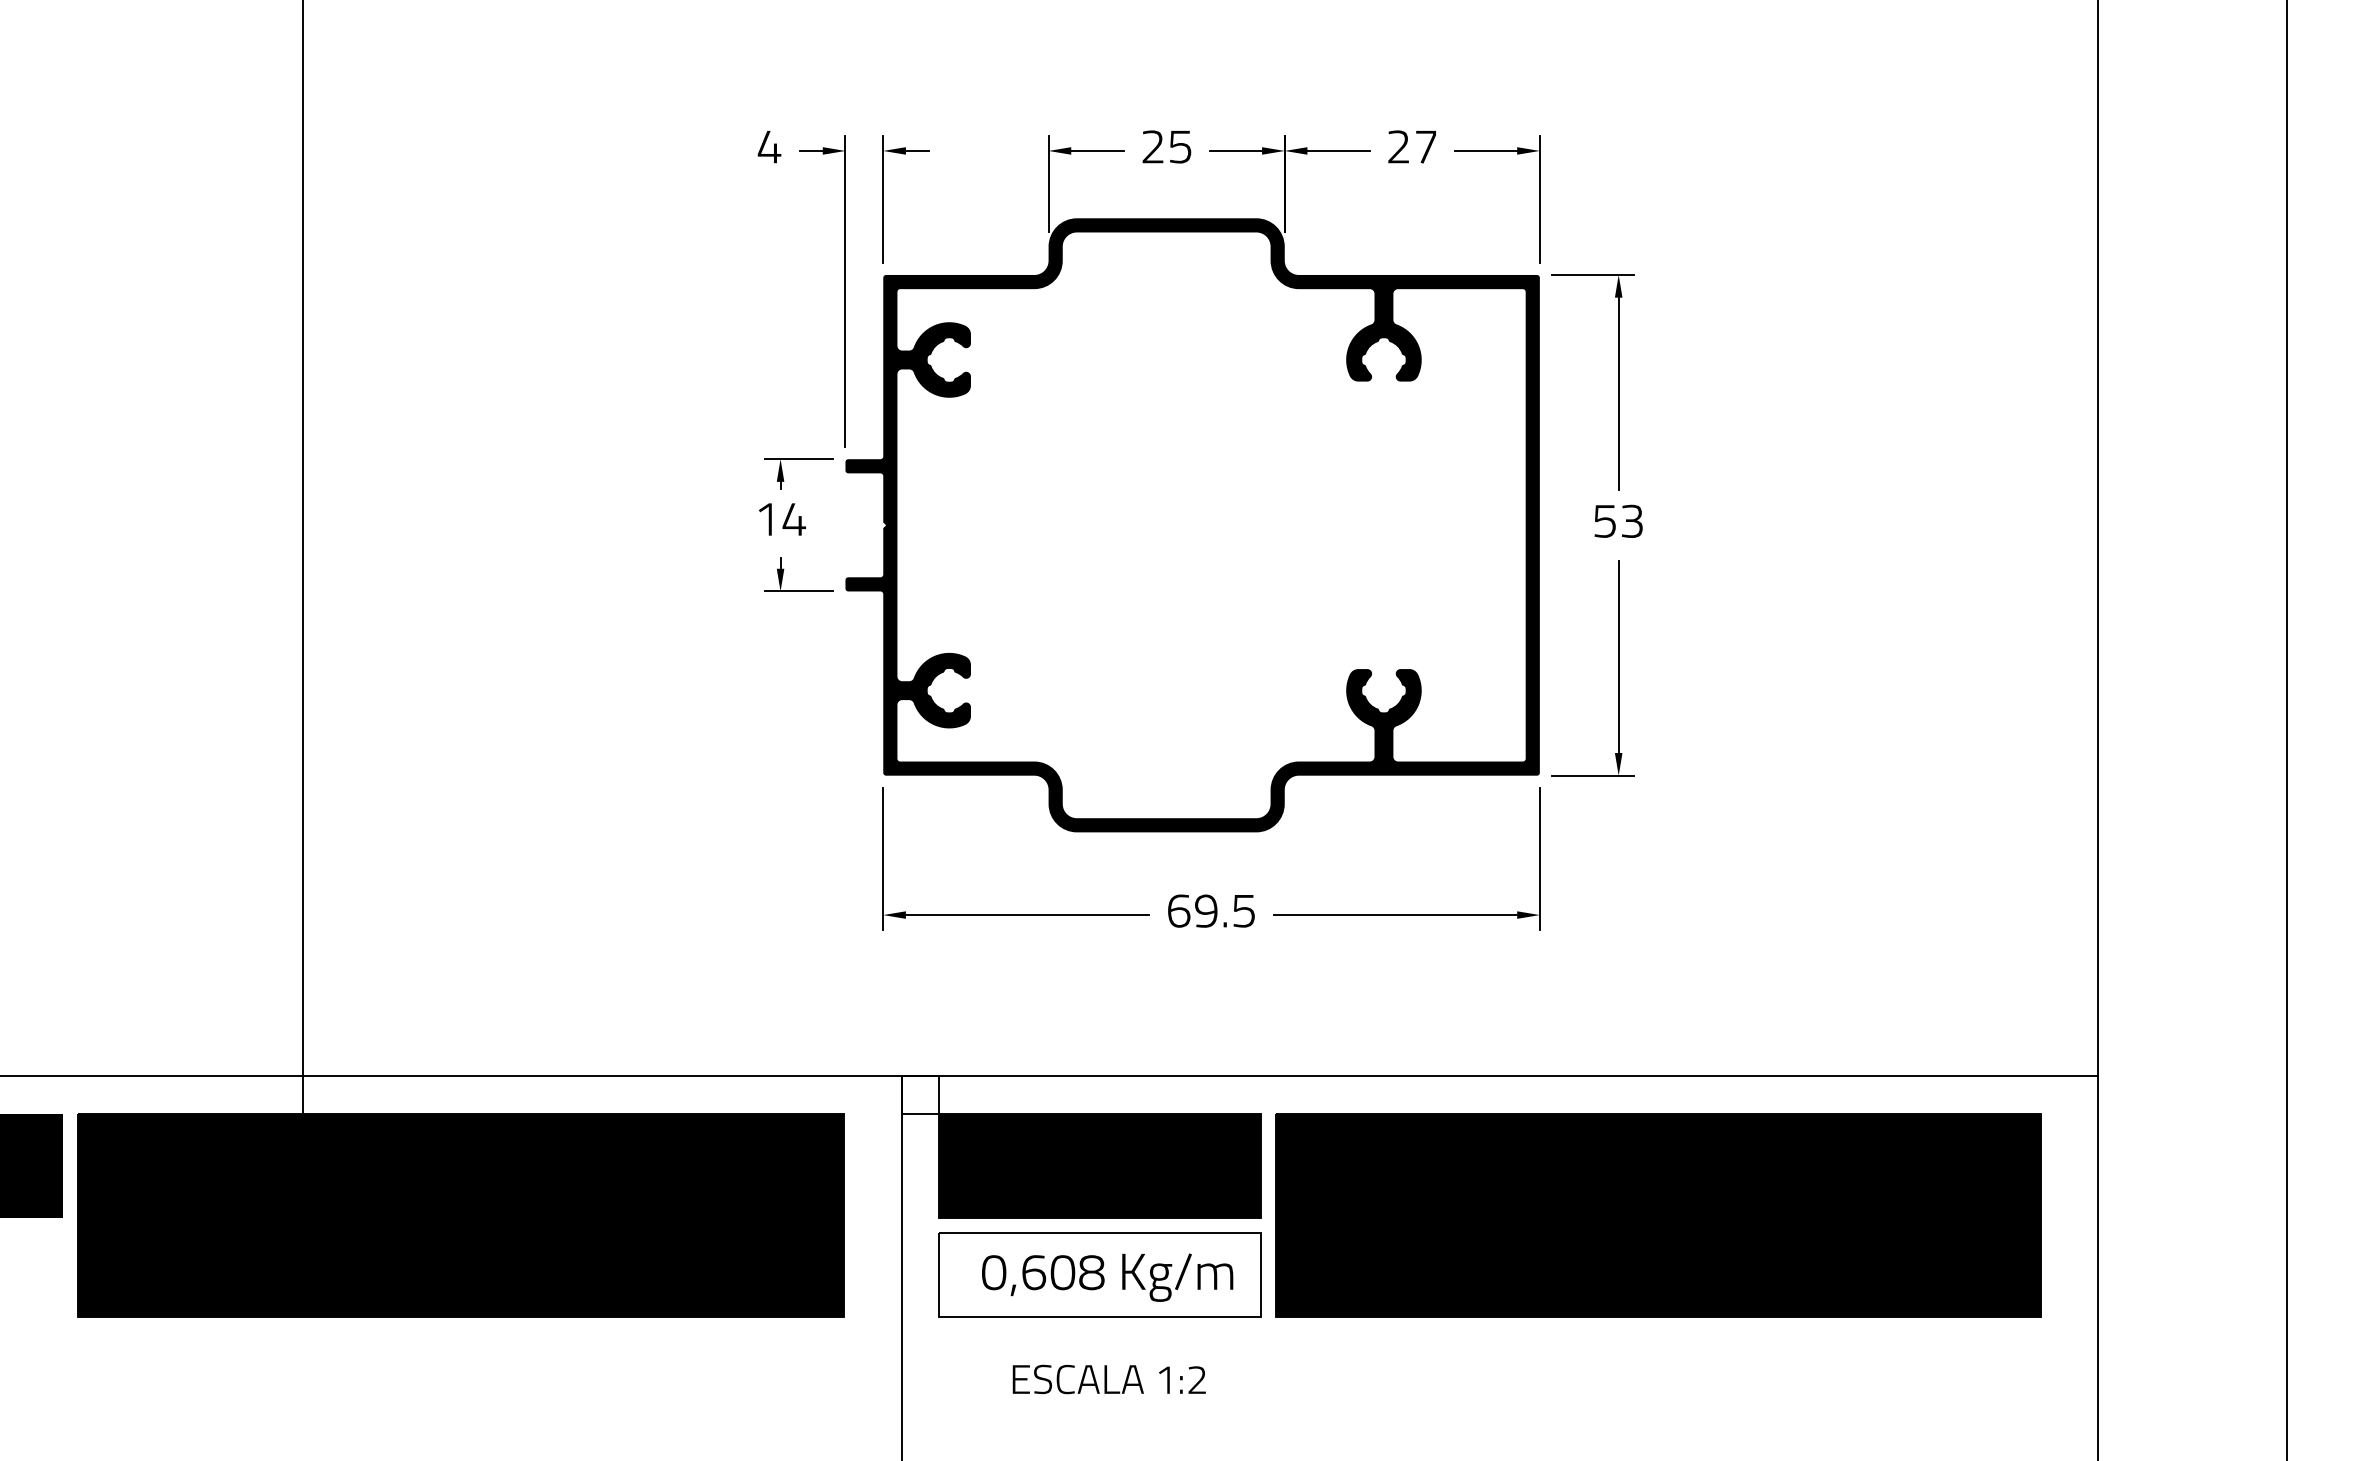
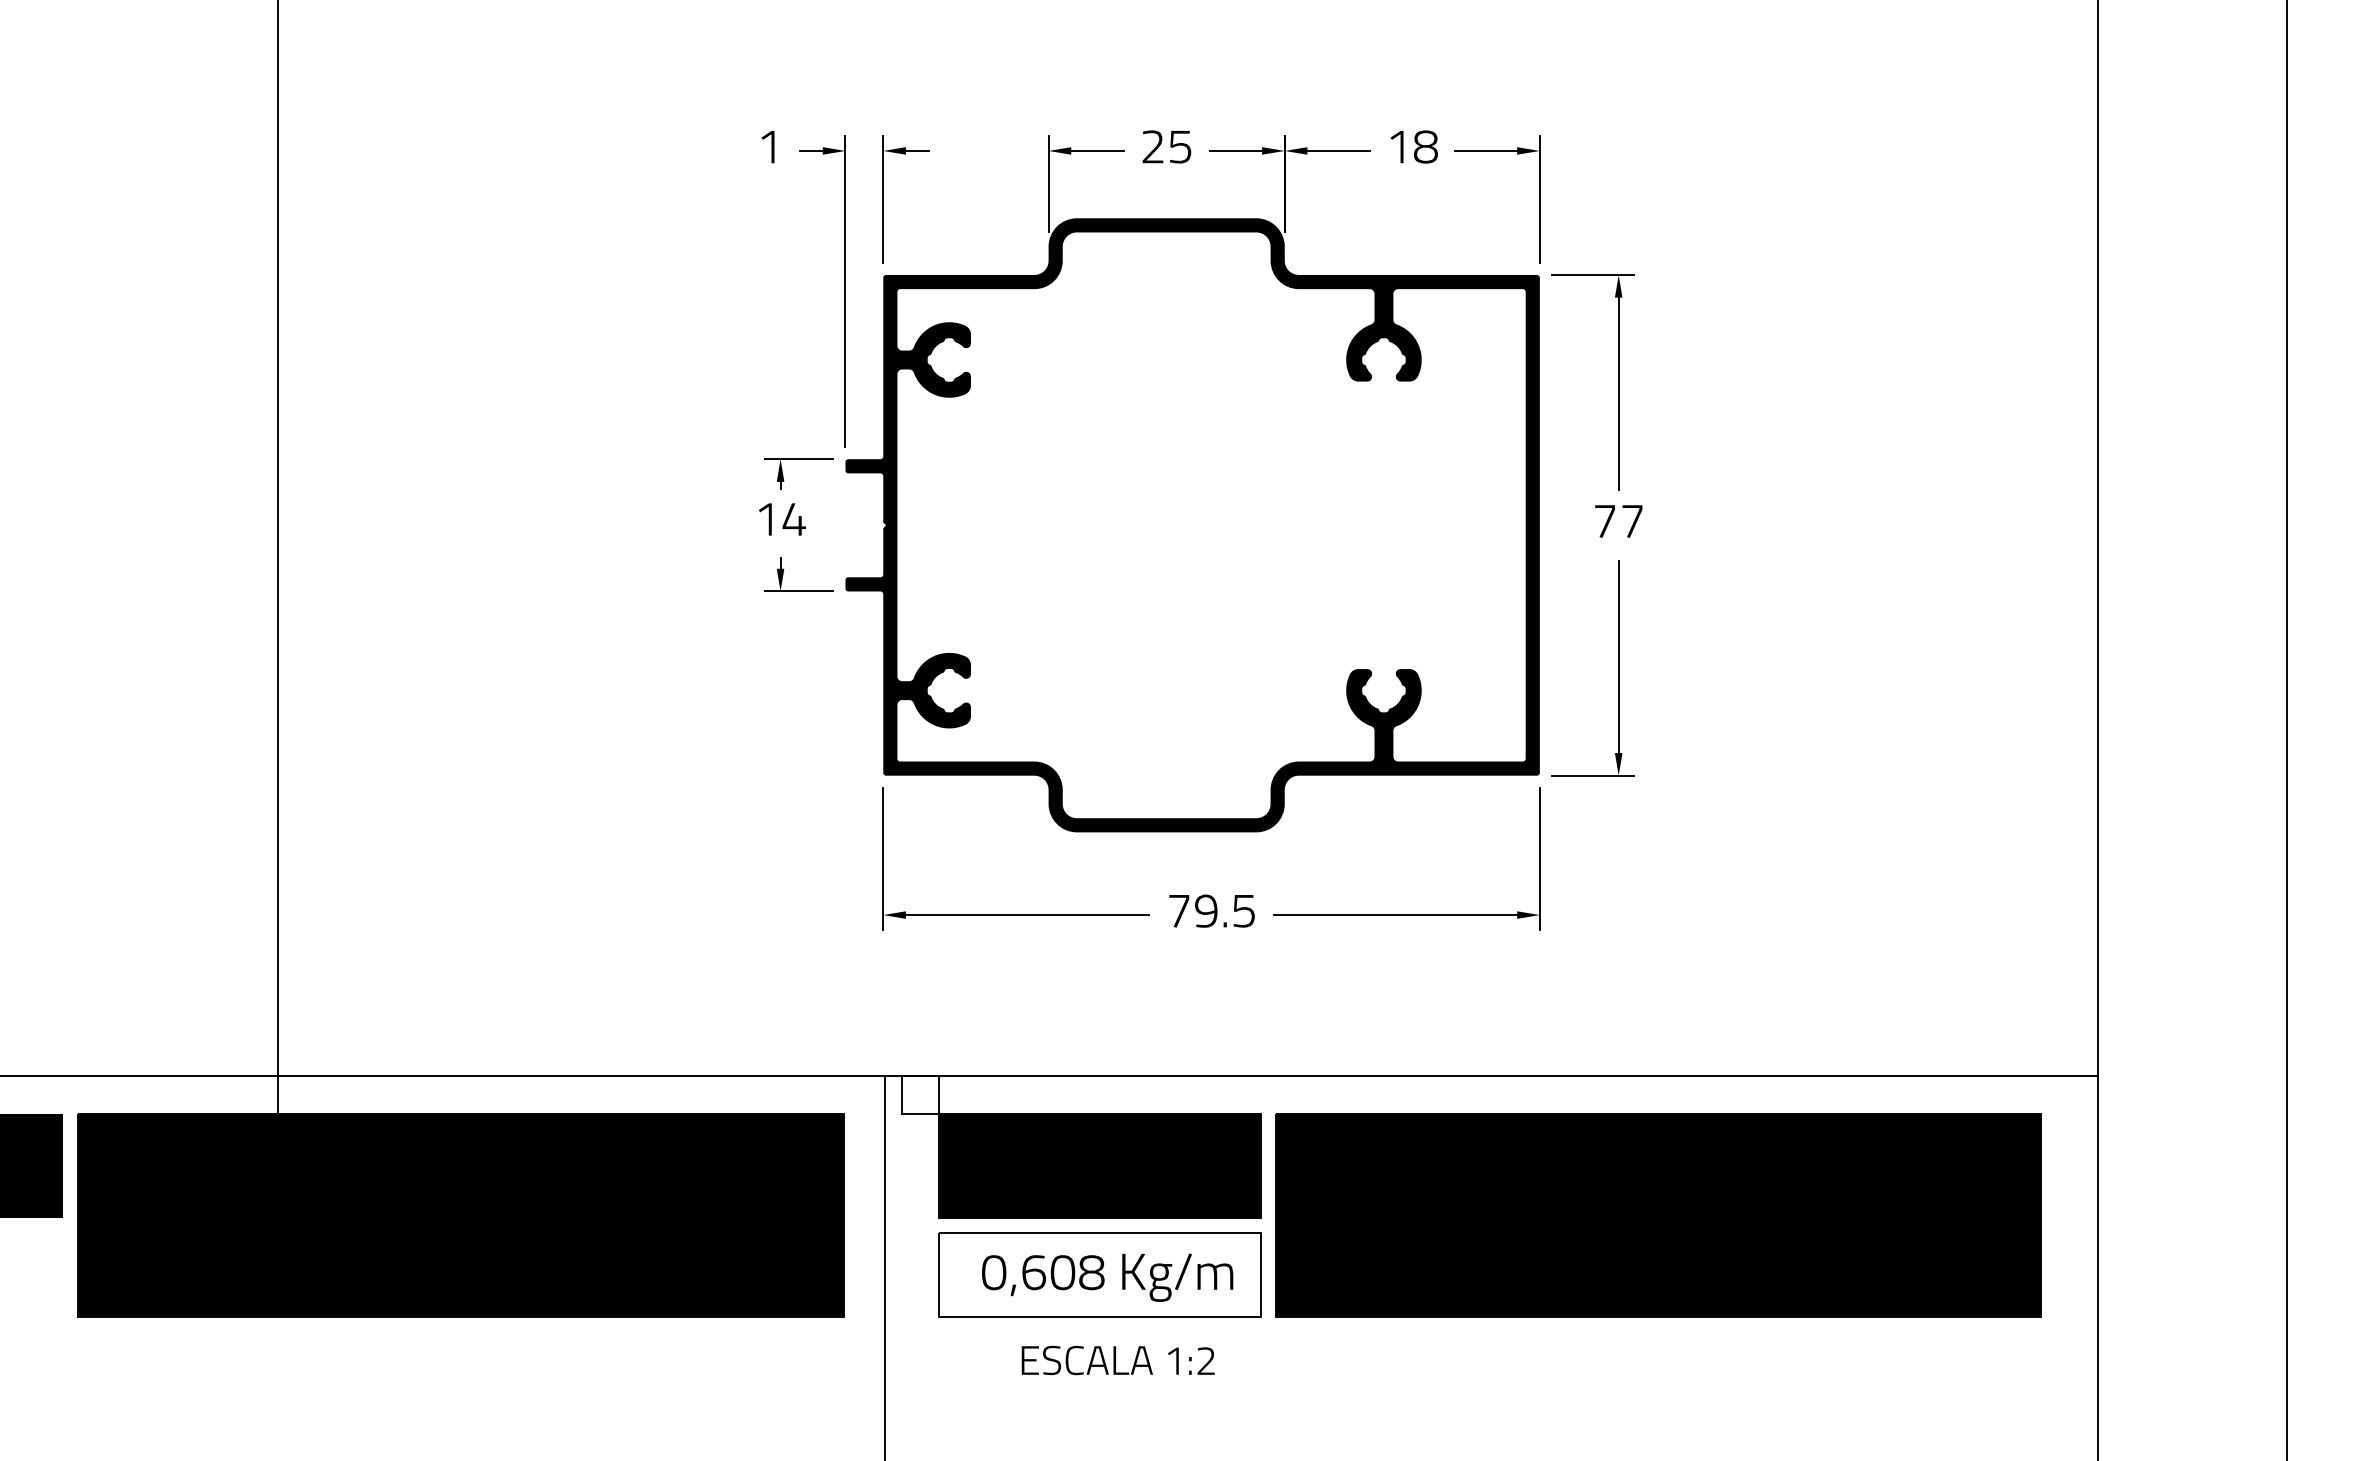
text at (769, 146): 4 -> 1
text at (1412, 146): 27 -> 18
text at (1618, 520): 53 -> 77
line at (303, 590) position: (303, 590) -> (278, 590)
text at (1179, 910): 69.5 -> 79.5
line at (901, 1266) position: (901, 1266) -> (884, 1266)
text at (1108, 1379) position: (1108, 1379) -> (1117, 1360)
